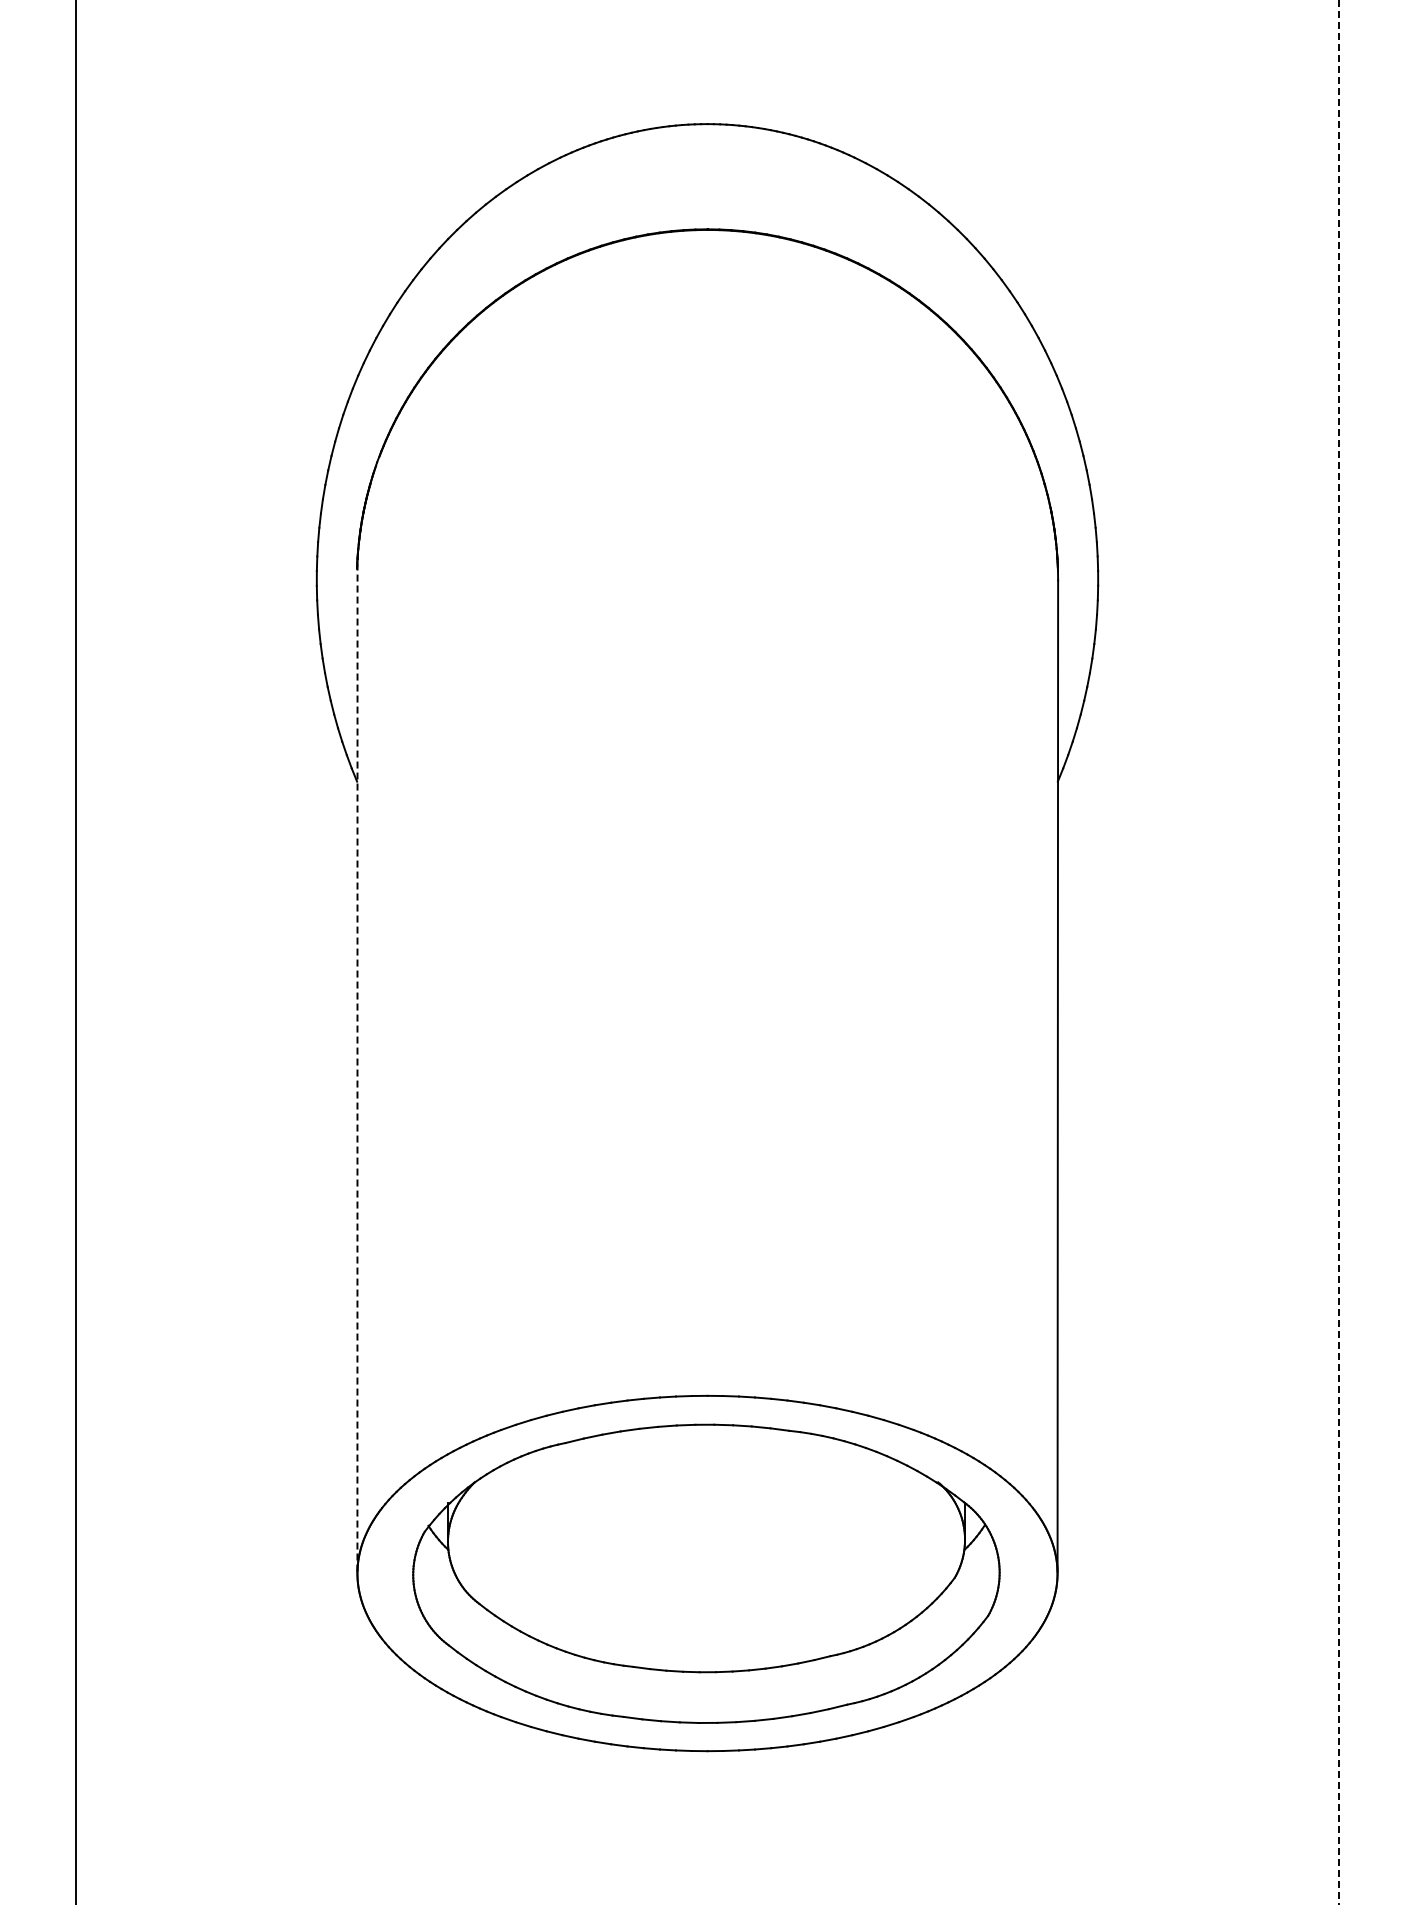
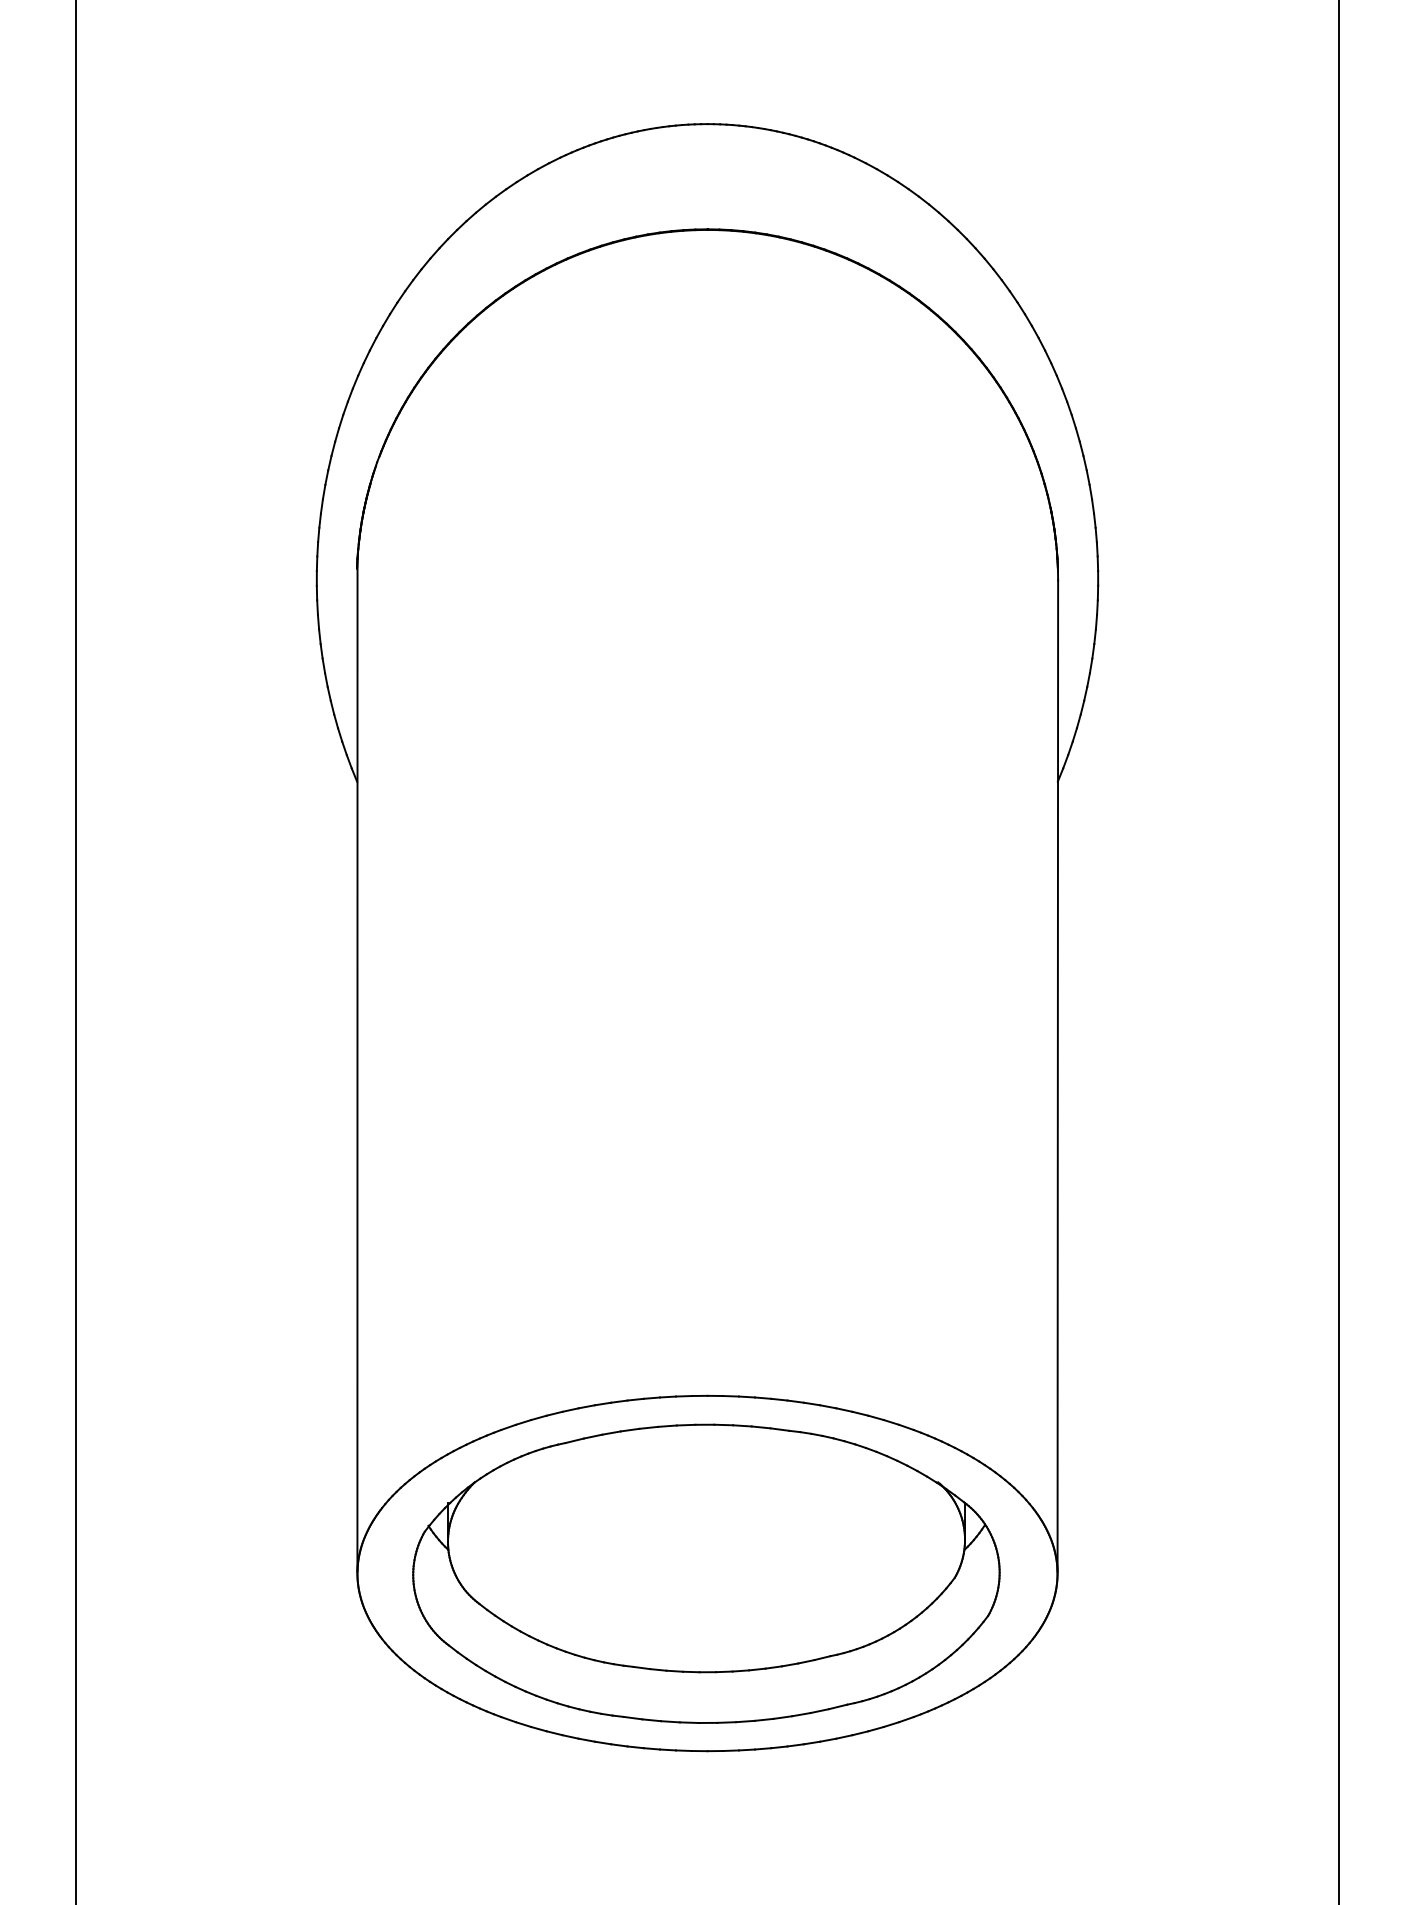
line at (1338, 952): dashed -> solid
line at (357, 1064): dashed -> solid
